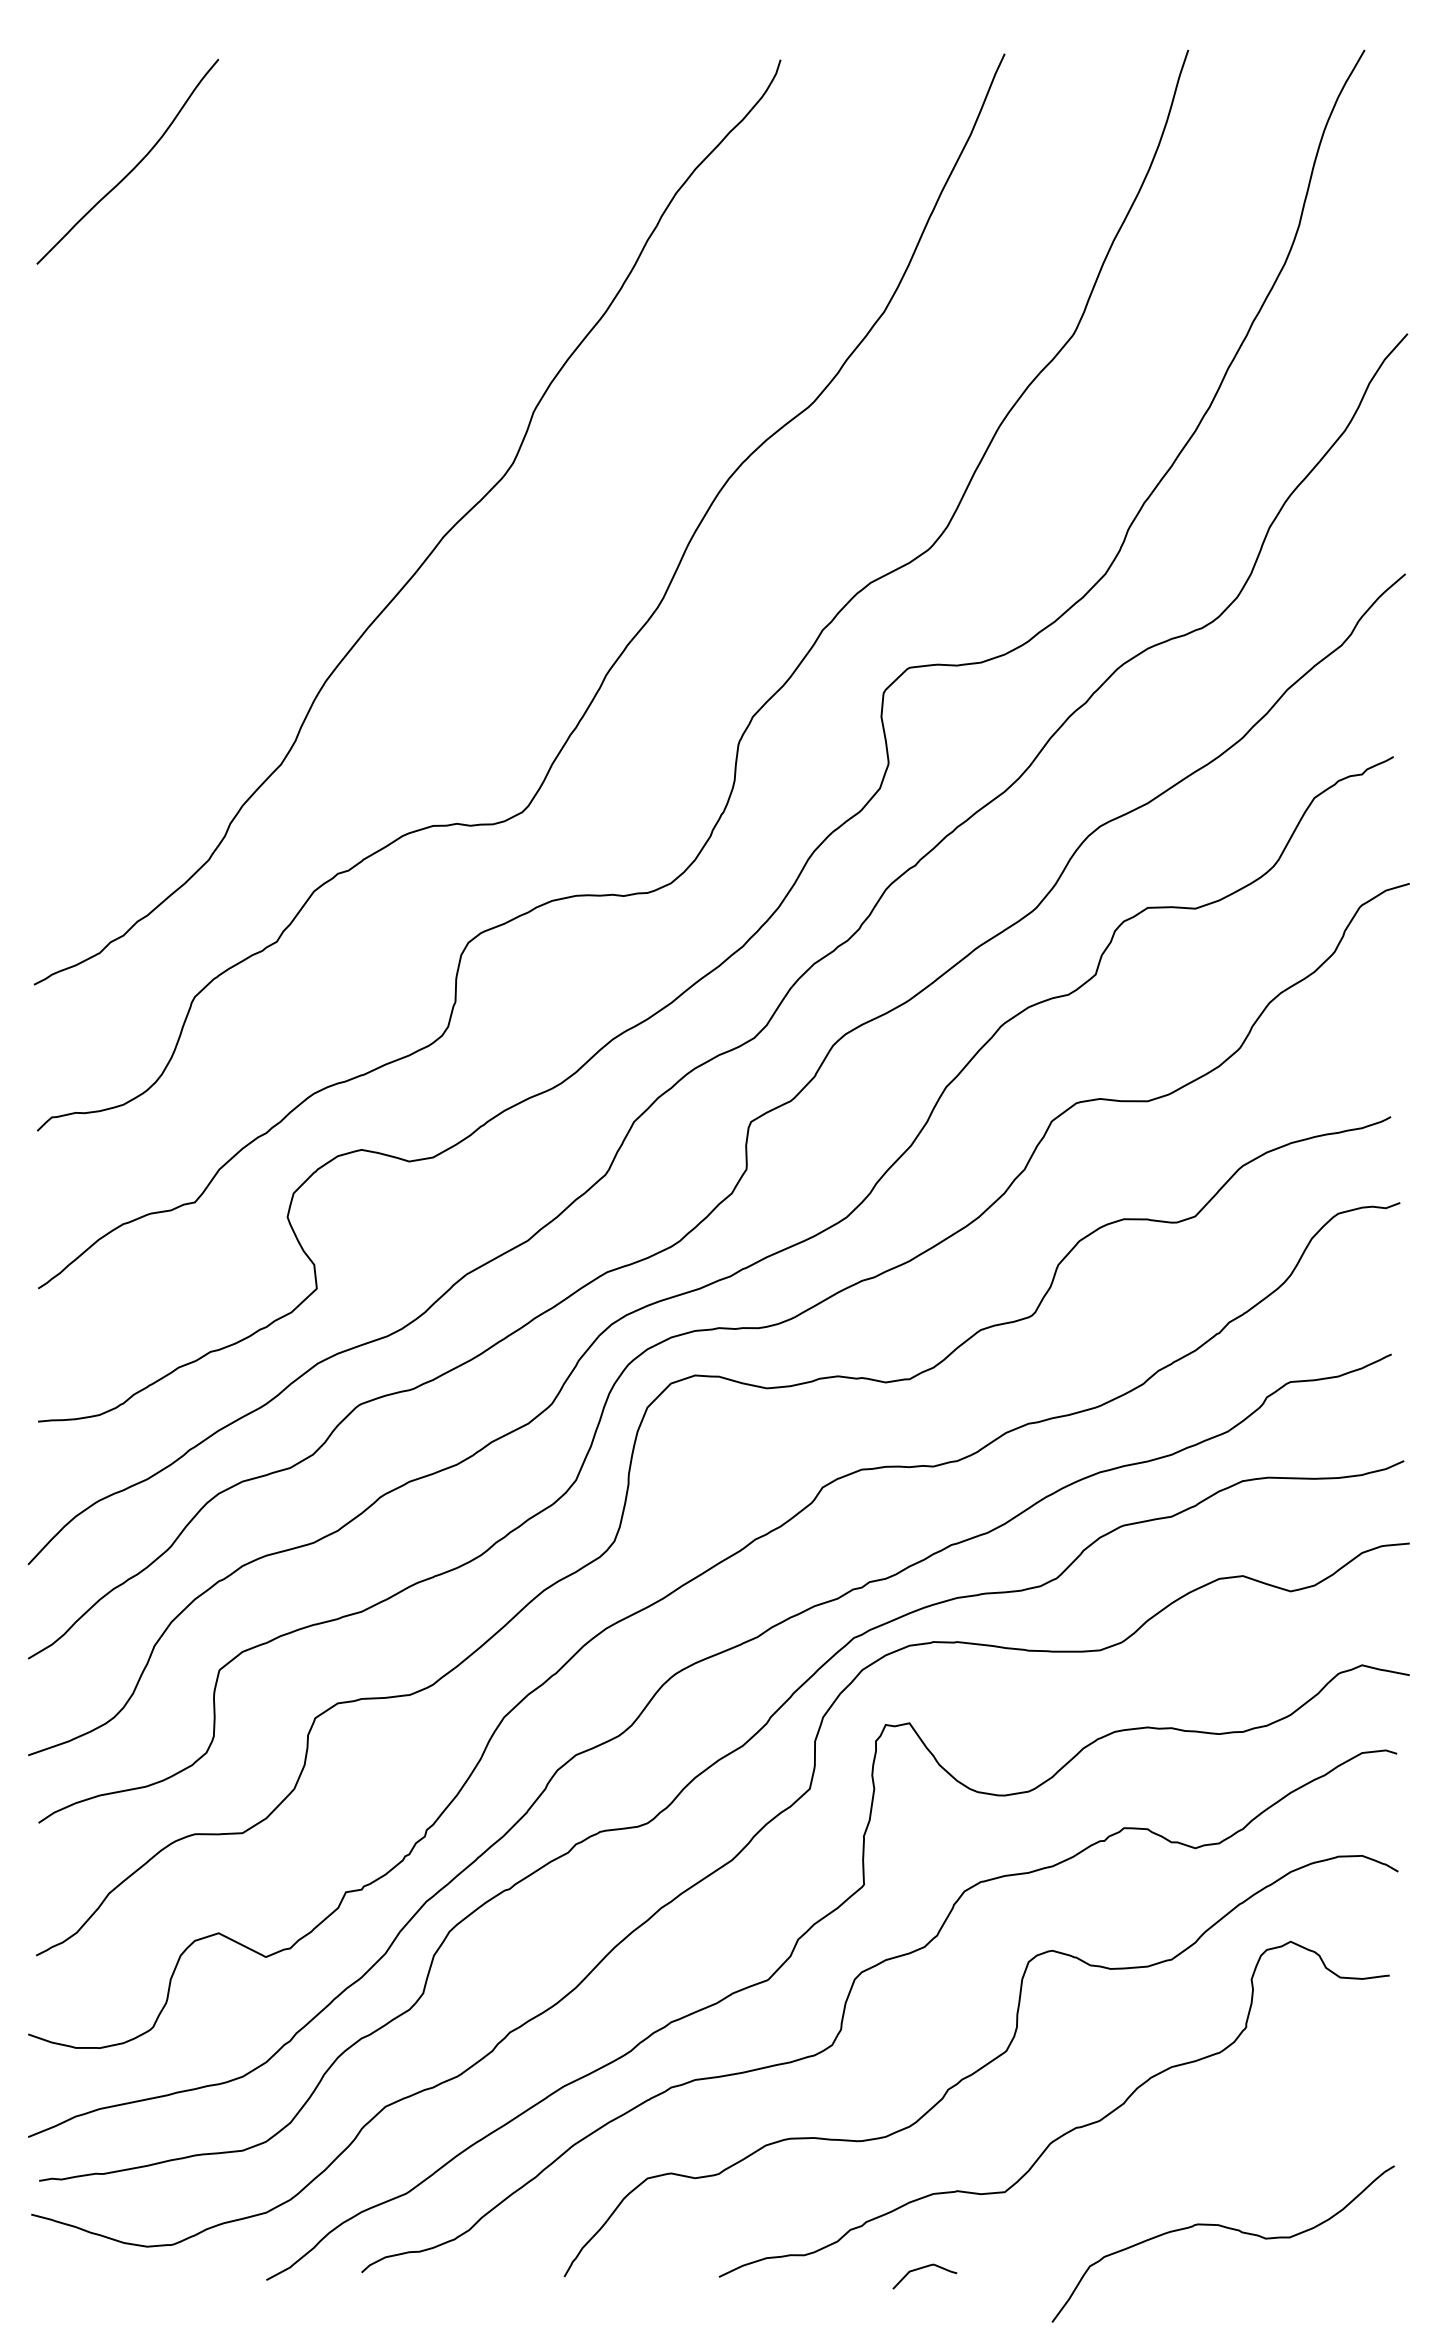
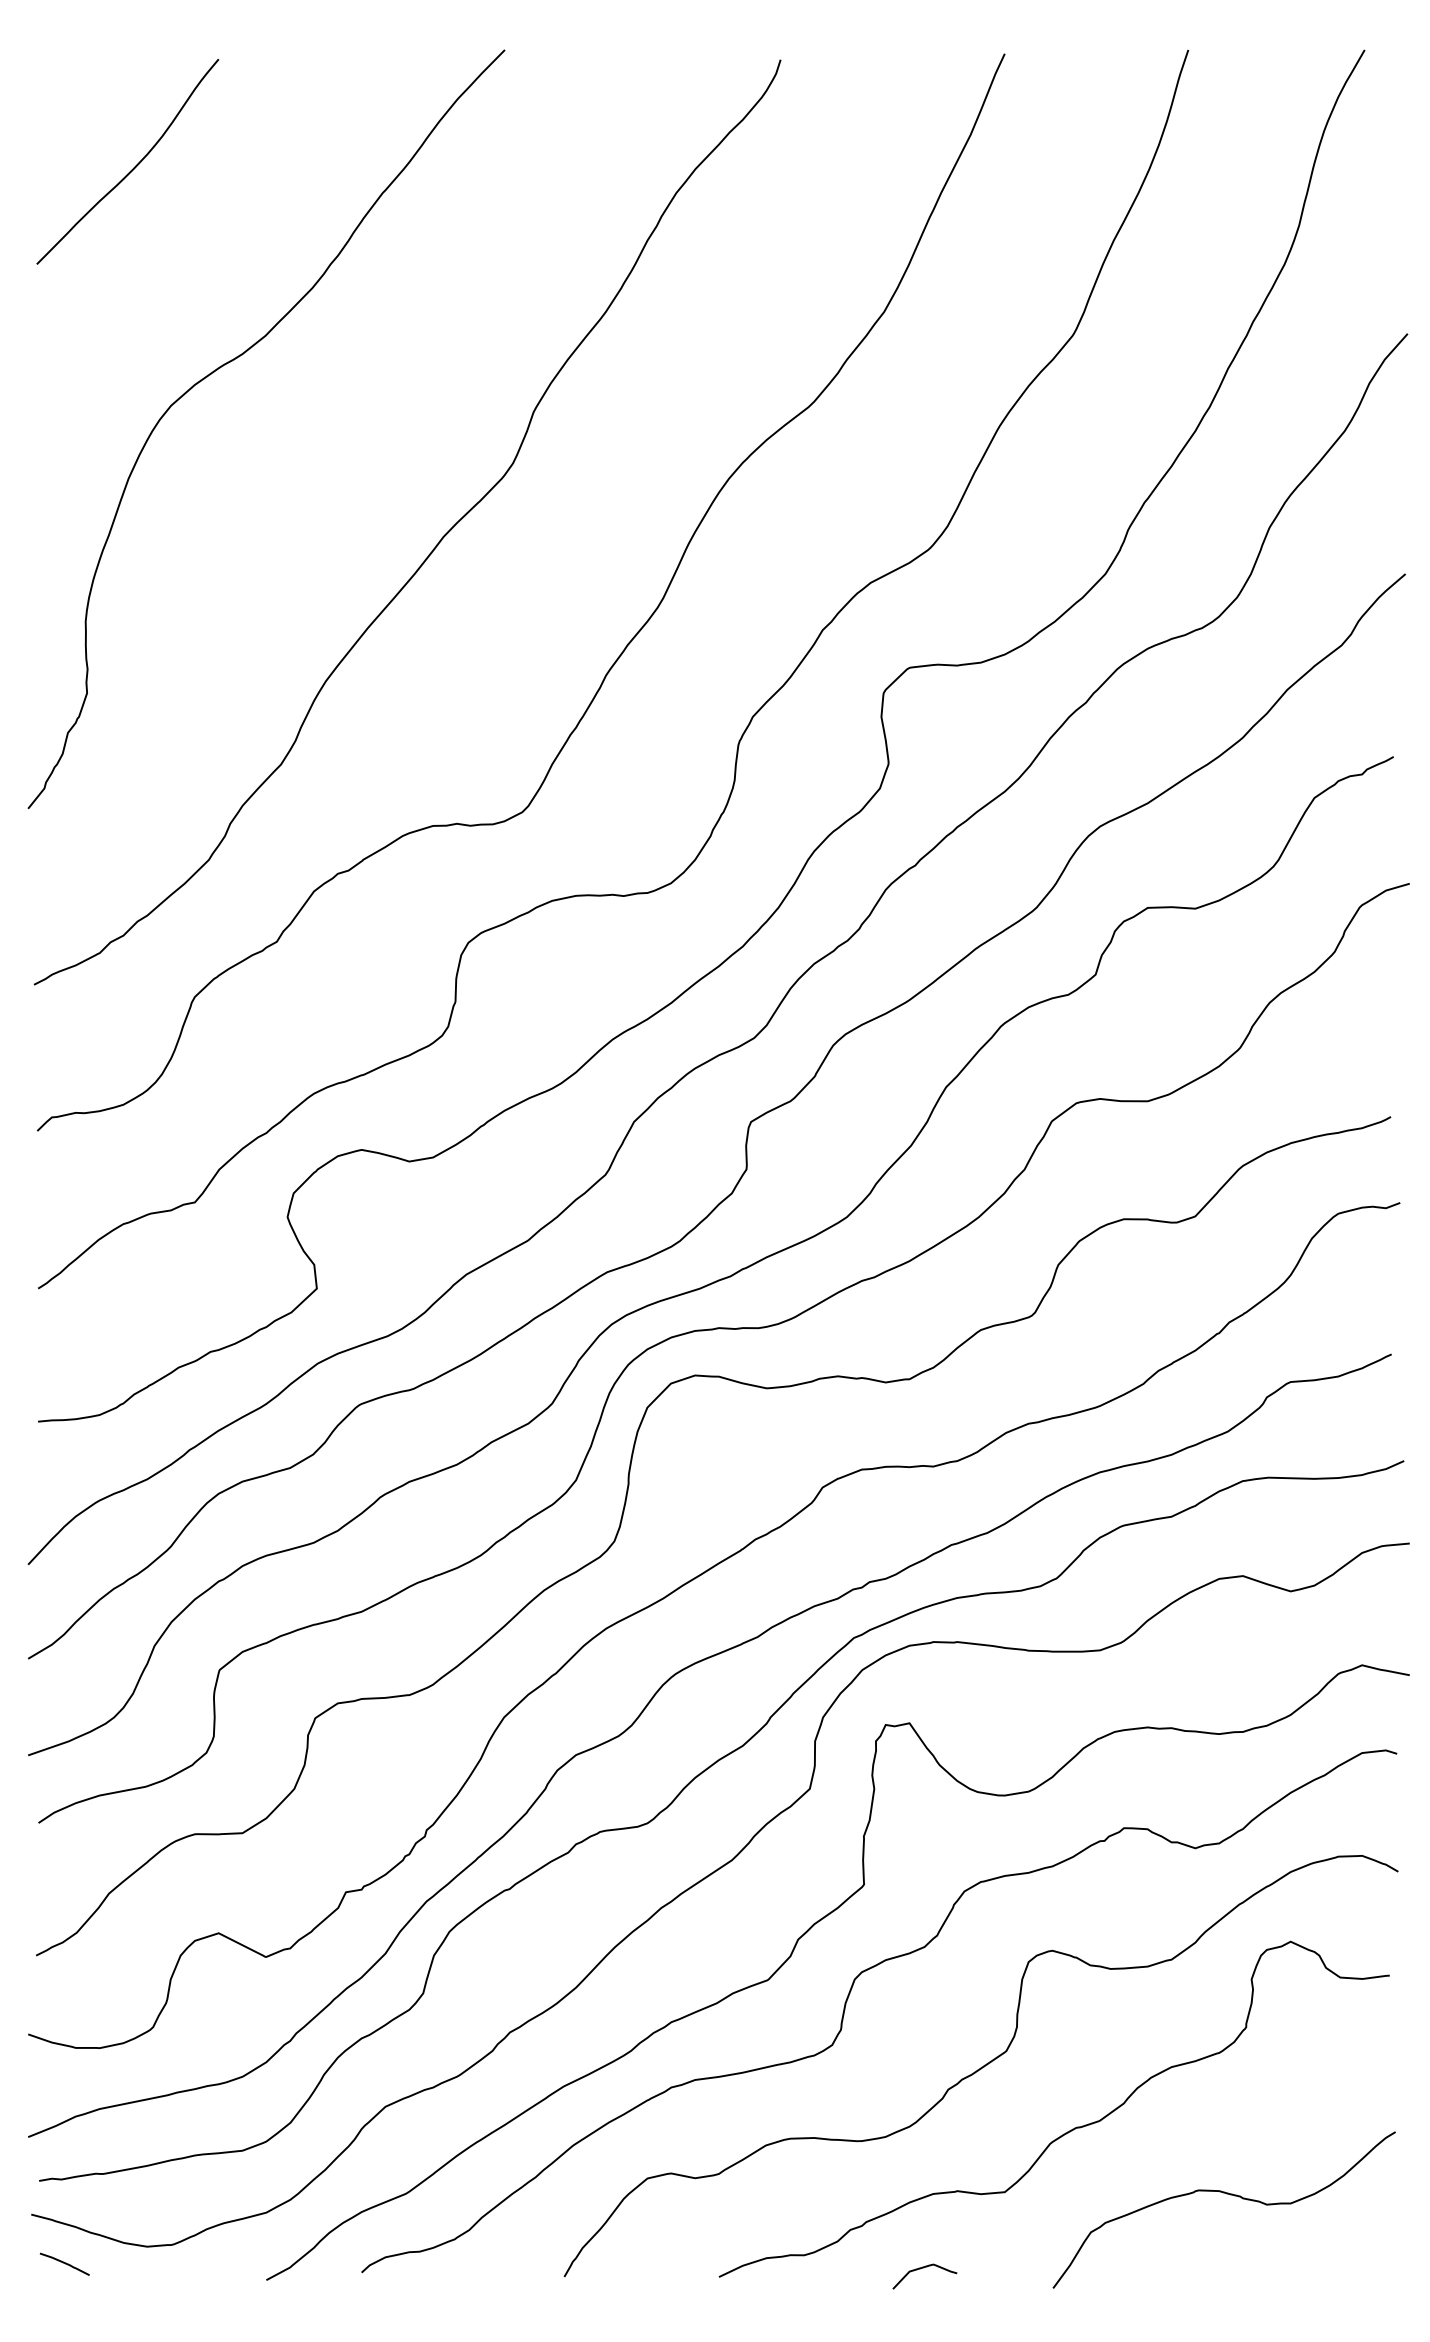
curve at (232, 361): none -> present
curve at (1225, 2228) position: (1225, 2228) -> (1226, 2194)
curve at (64, 2263): none -> present
